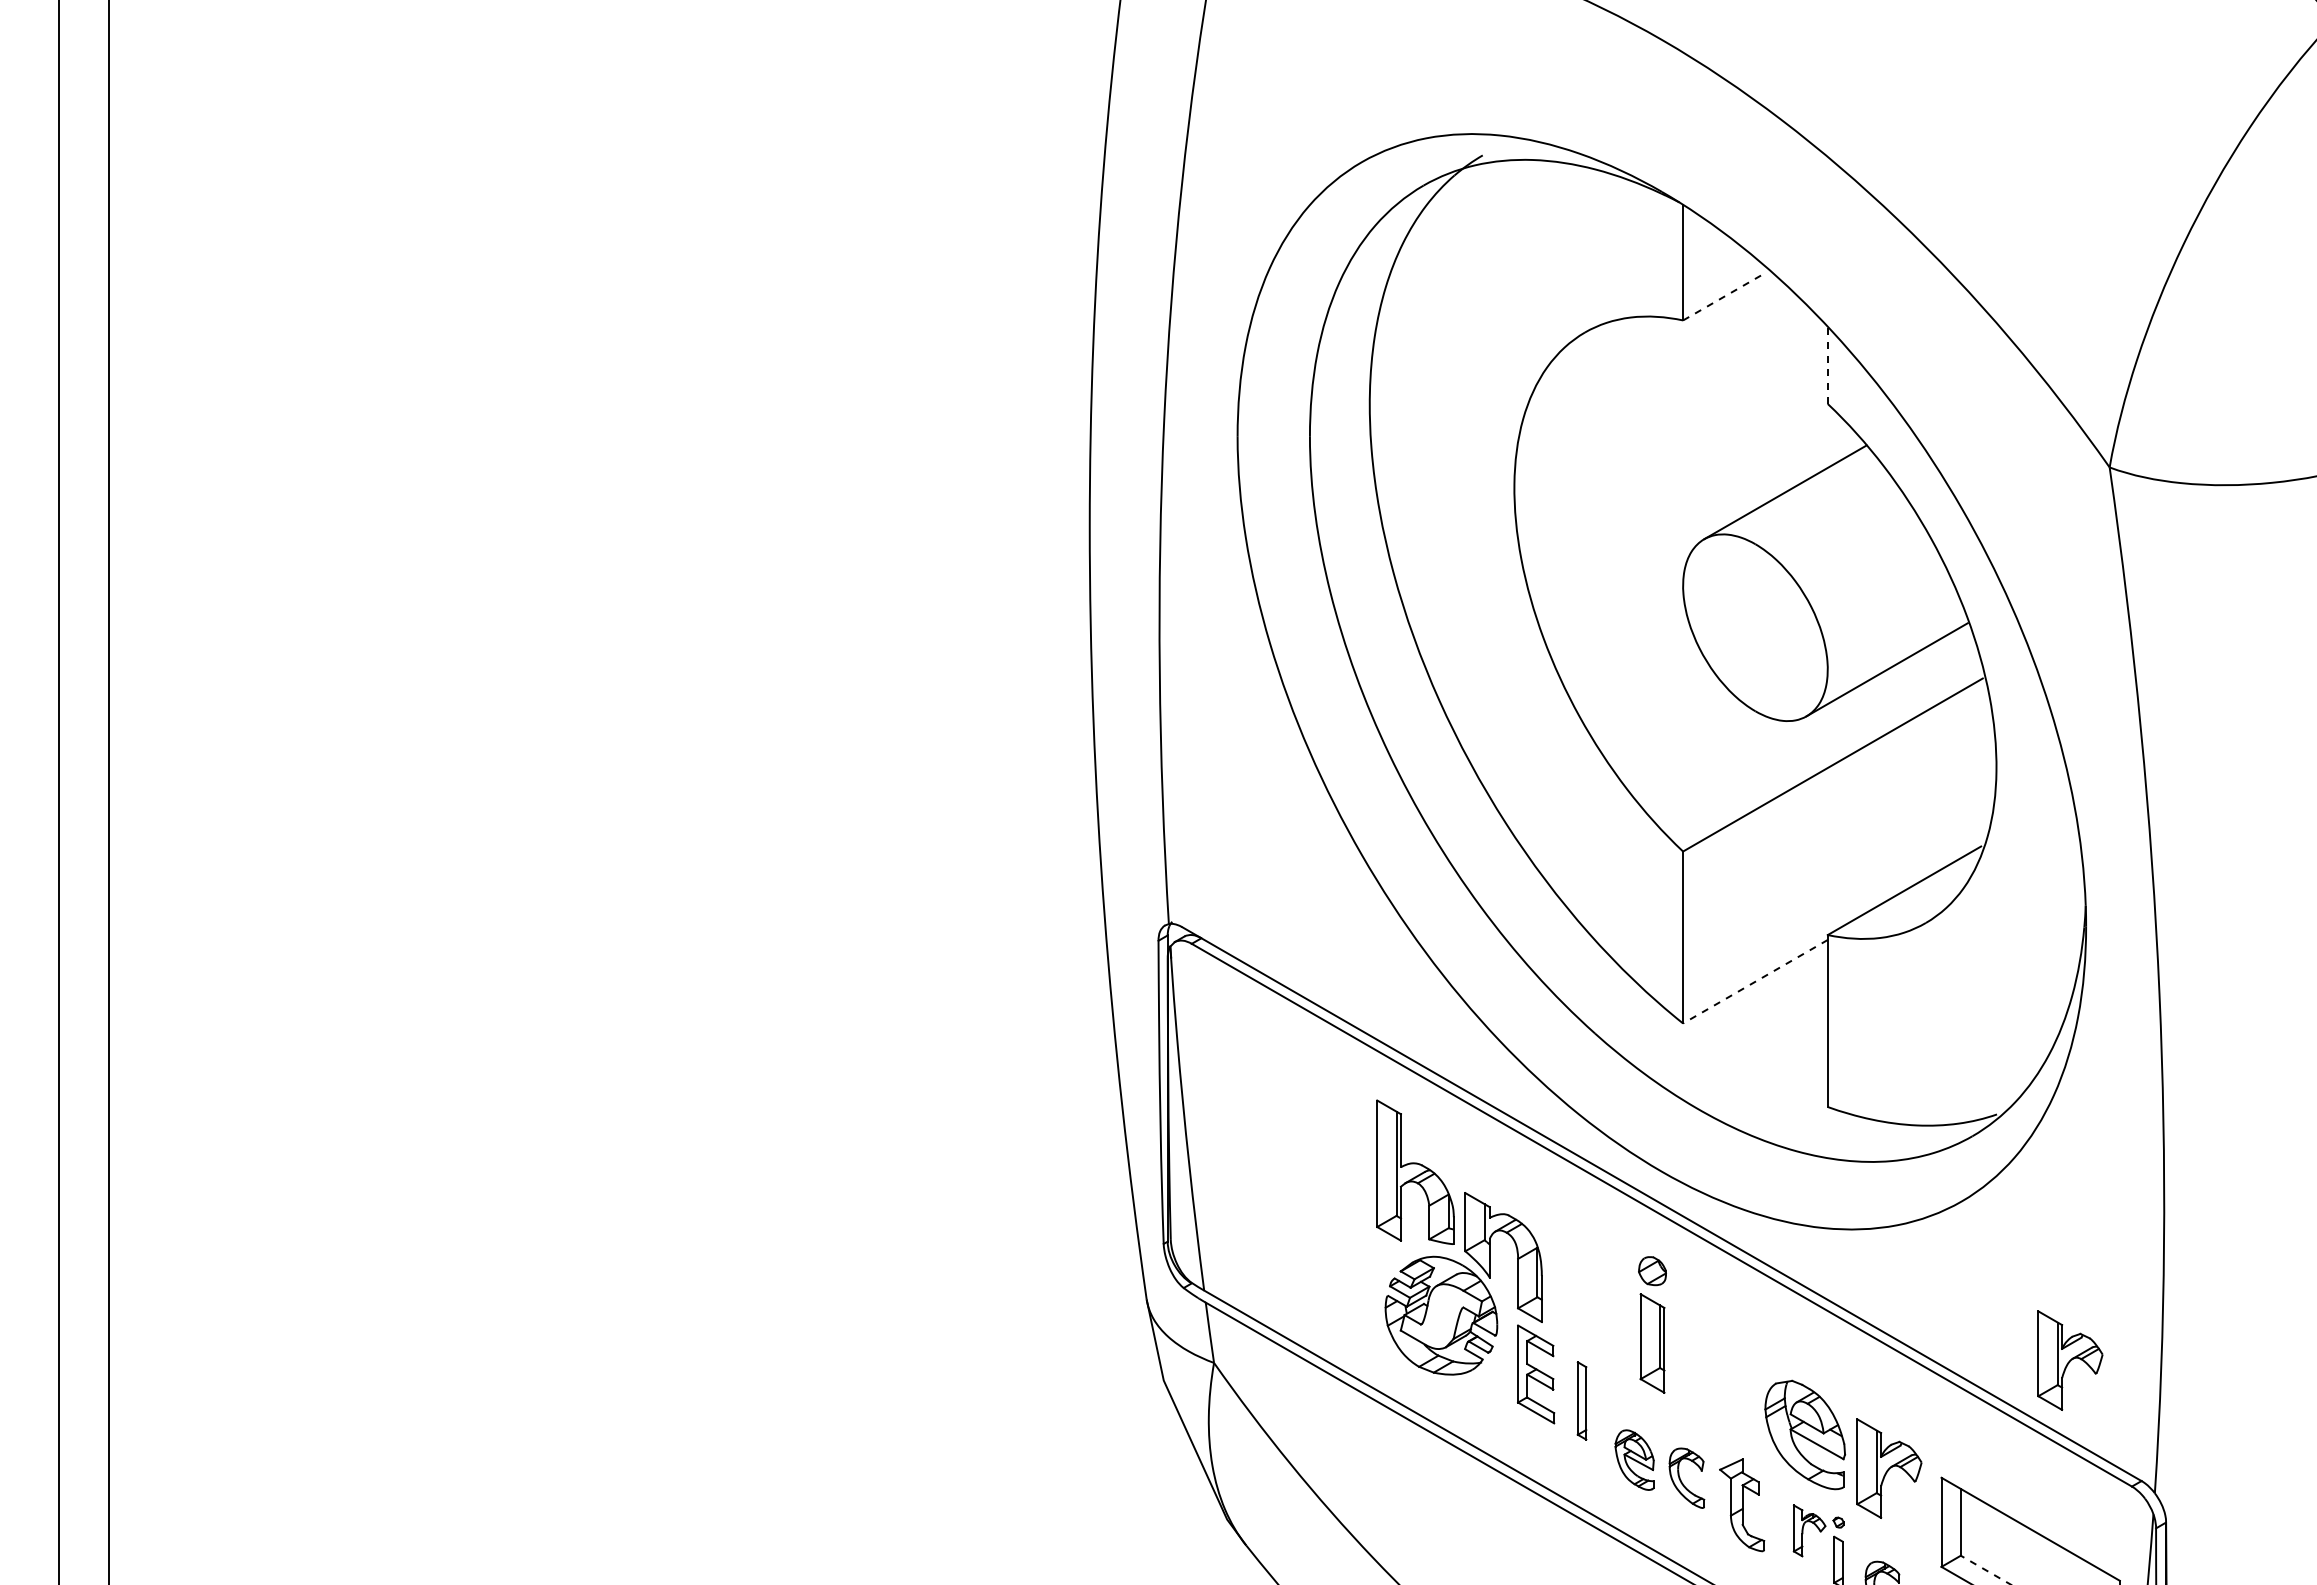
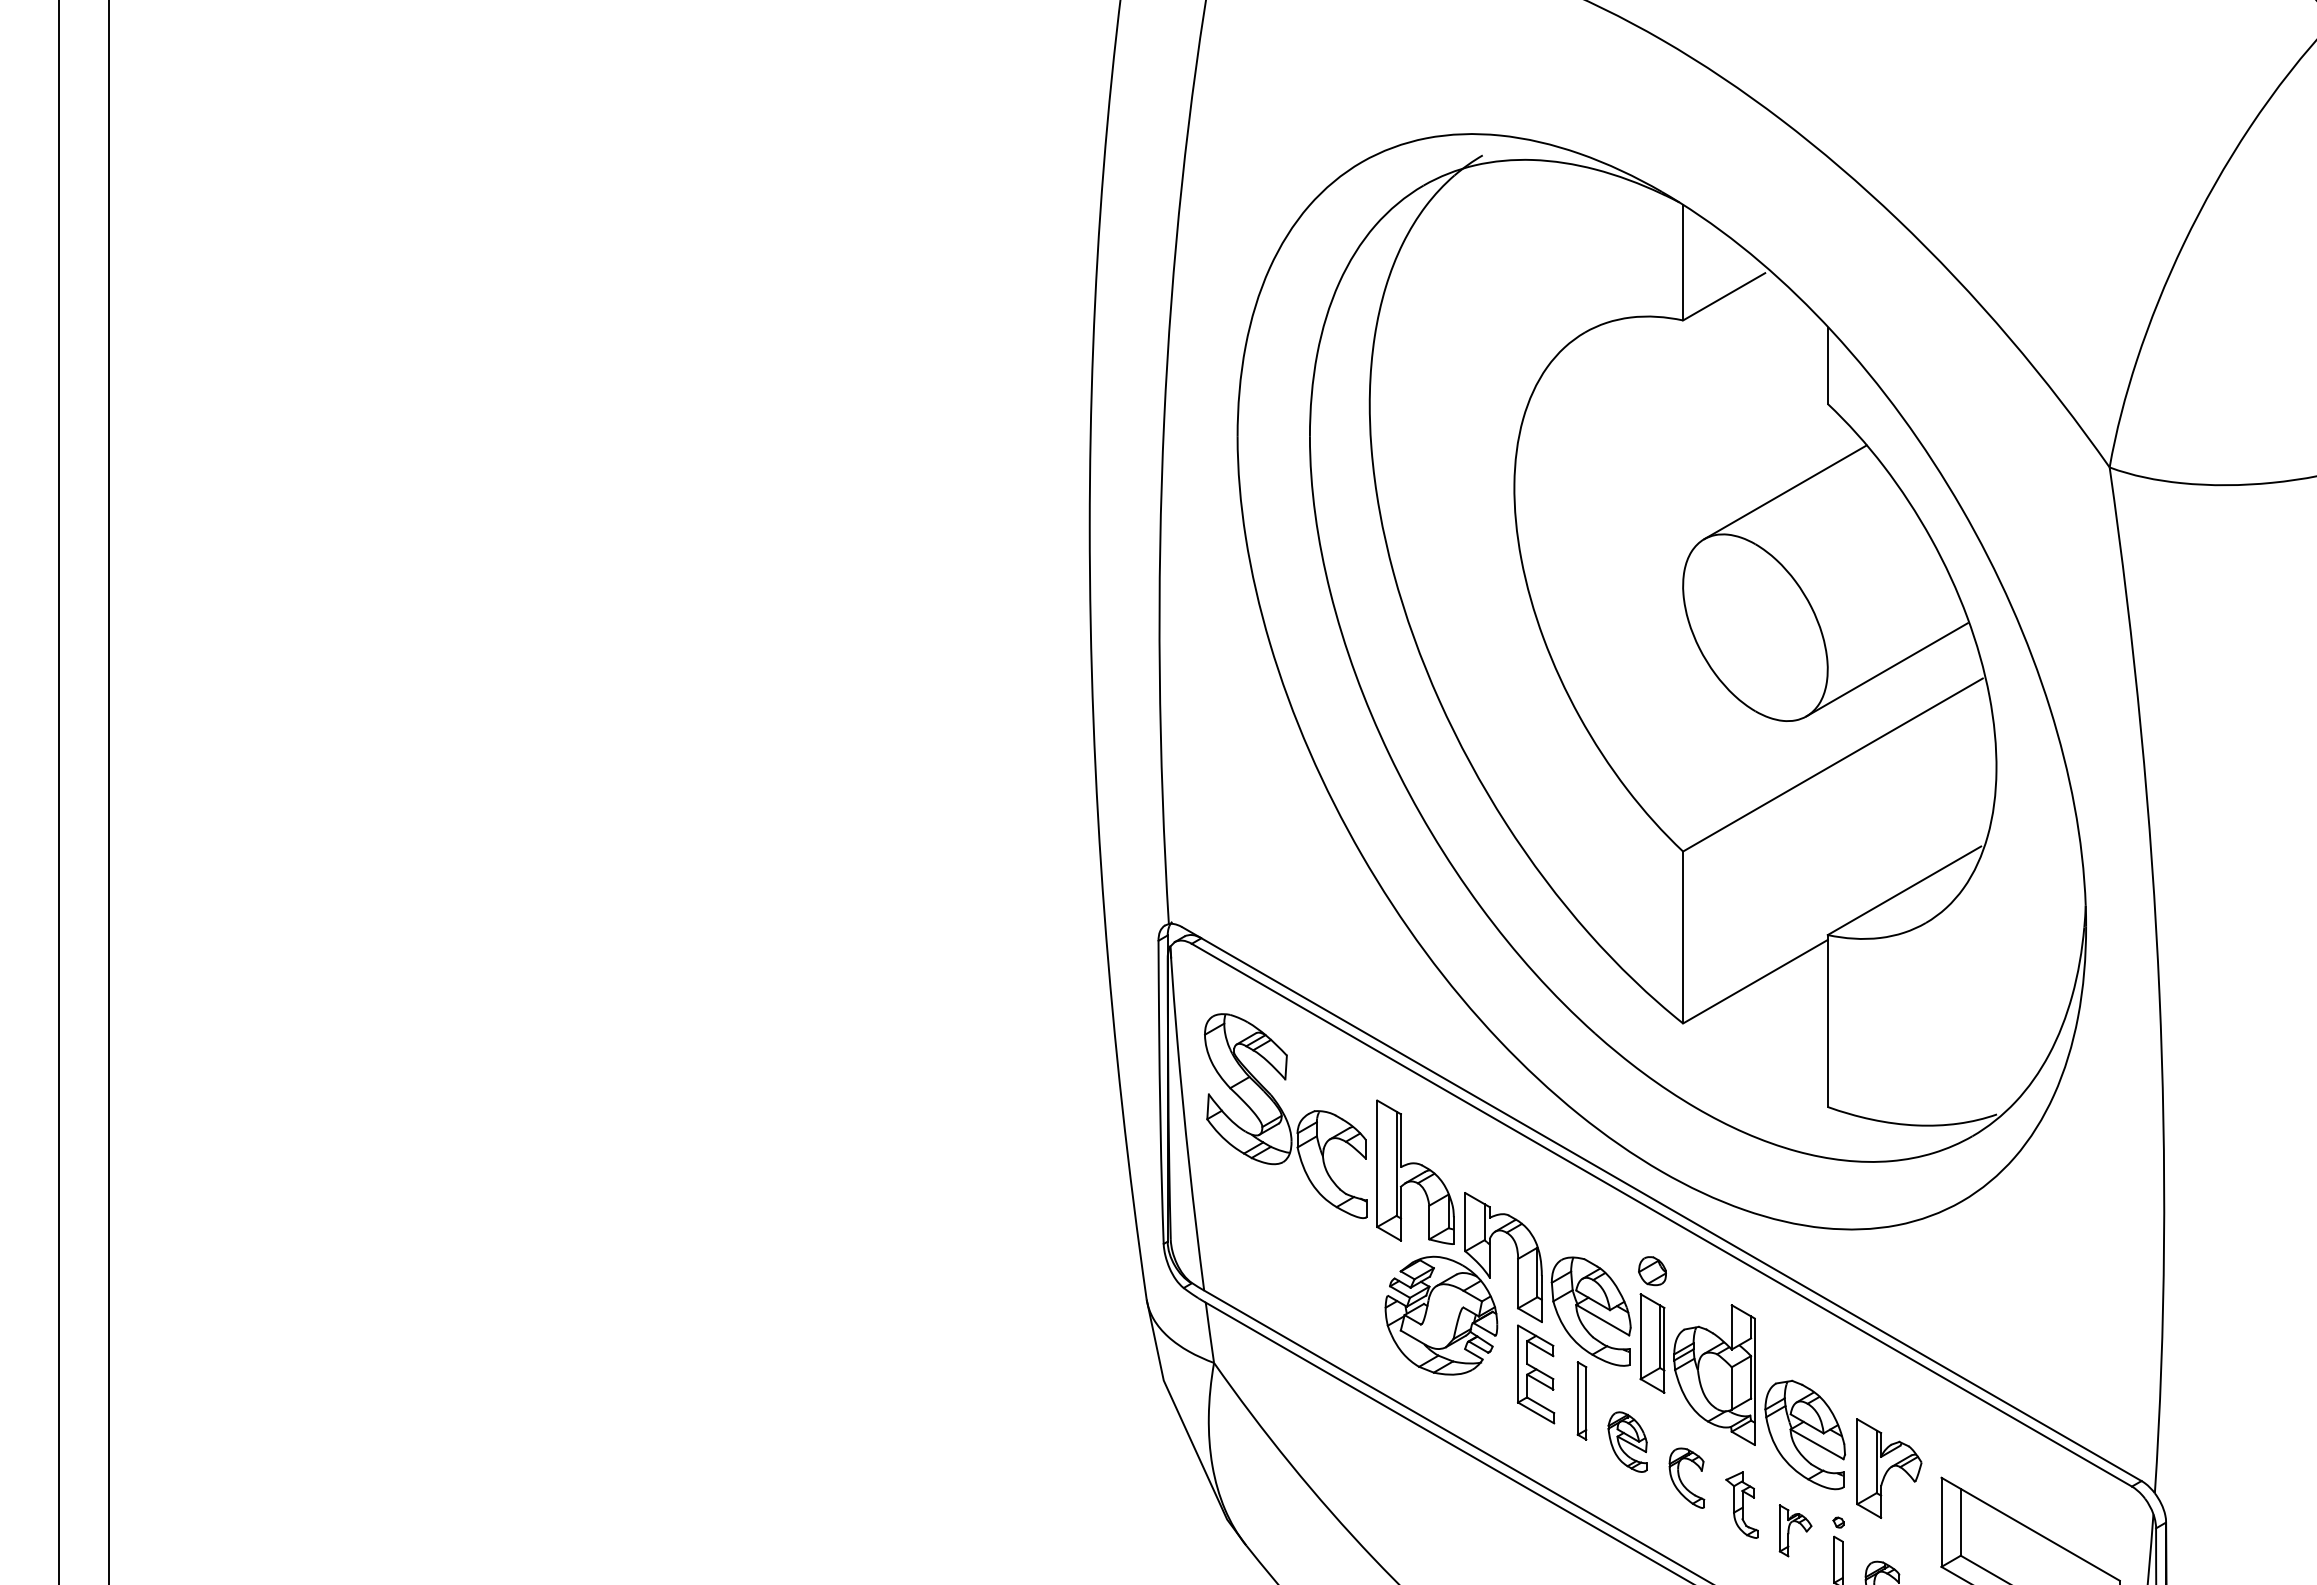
line at (1724, 296): dashed -> solid
line at (1827, 365): dashed -> solid
line at (1755, 981): dashed -> solid
part at (1285, 1115): none -> present
part at (1590, 1311): none -> present
part at (2070, 1360): present -> none
part at (1714, 1374): none -> present
part at (1634, 1459) position: (1634, 1459) -> (1627, 1441)
part at (1742, 1505) size: 47x95 px -> 34x68 px
part at (1809, 1530) position: (1809, 1530) -> (1795, 1530)
line at (1985, 1570): dashed -> solid
